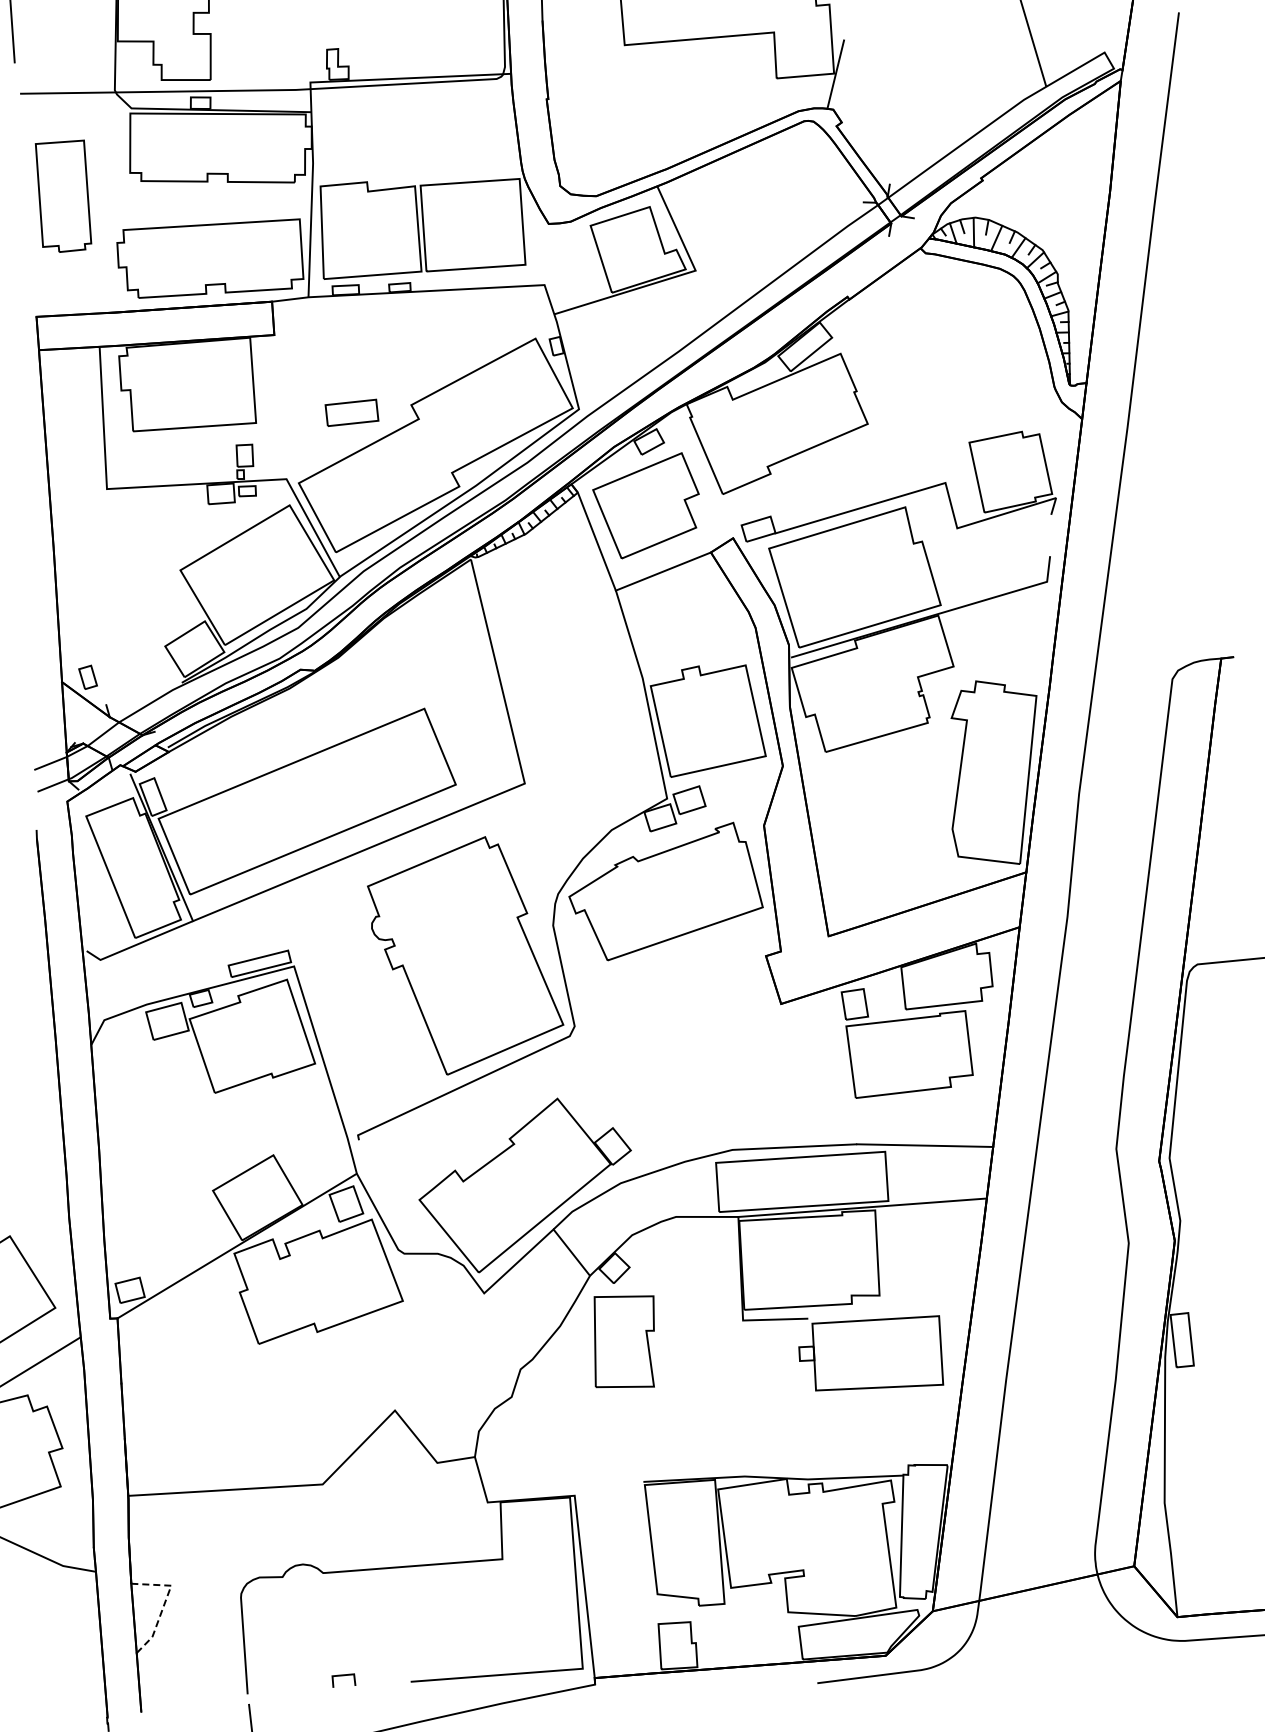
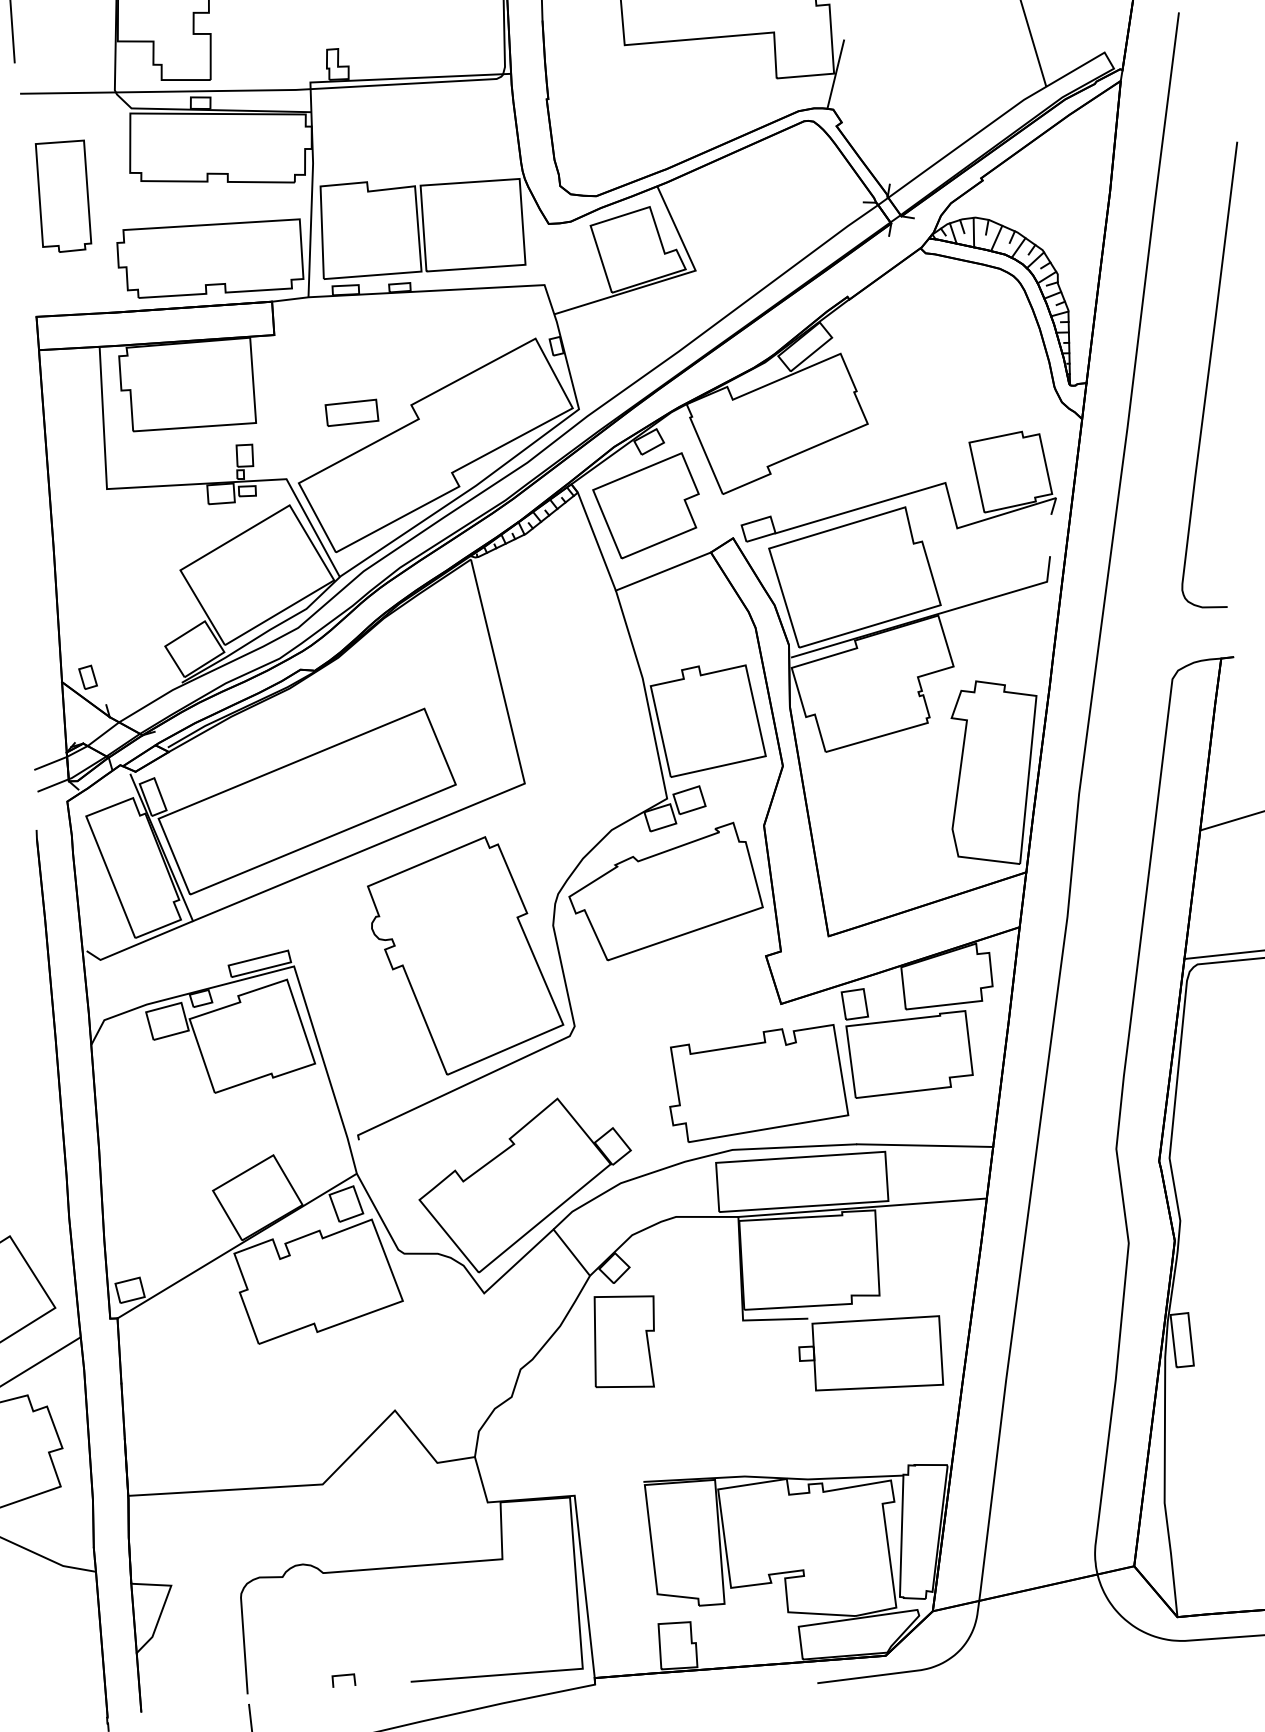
curve at (1209, 374): none -> present
line at (1230, 821): none -> present
line at (1222, 954): none -> present
part at (759, 1083): none -> present
line at (164, 1603): dashed -> solid
